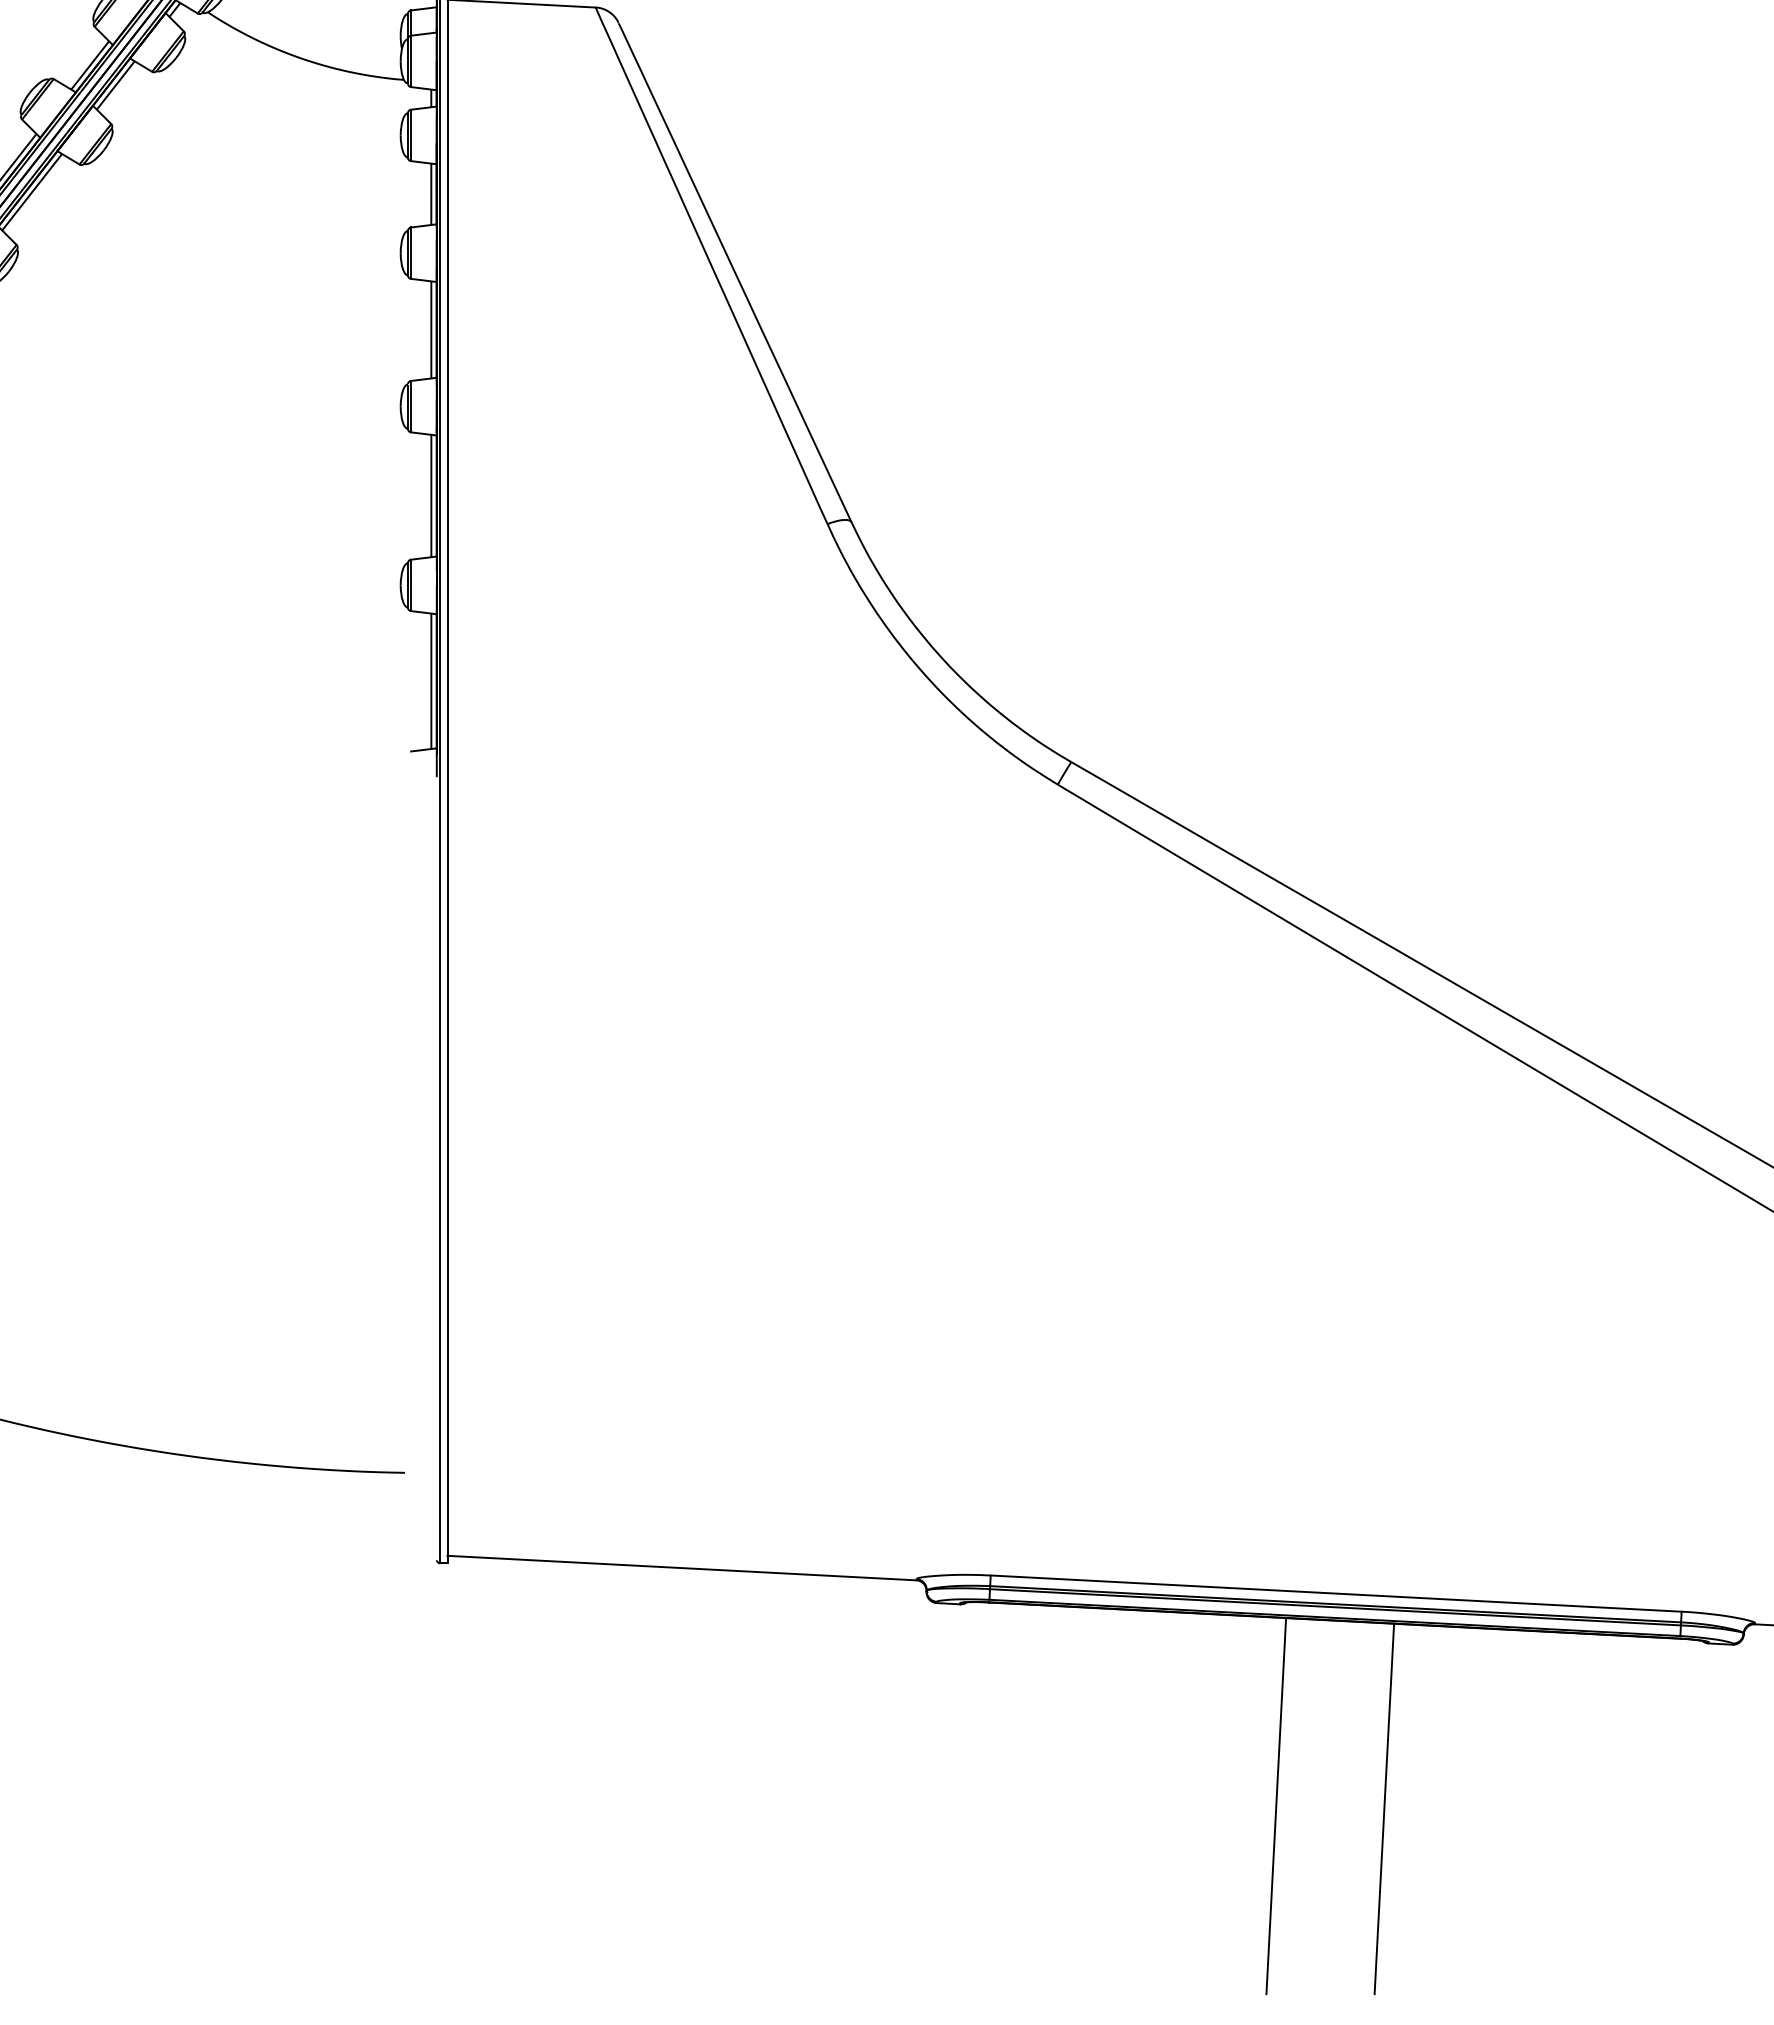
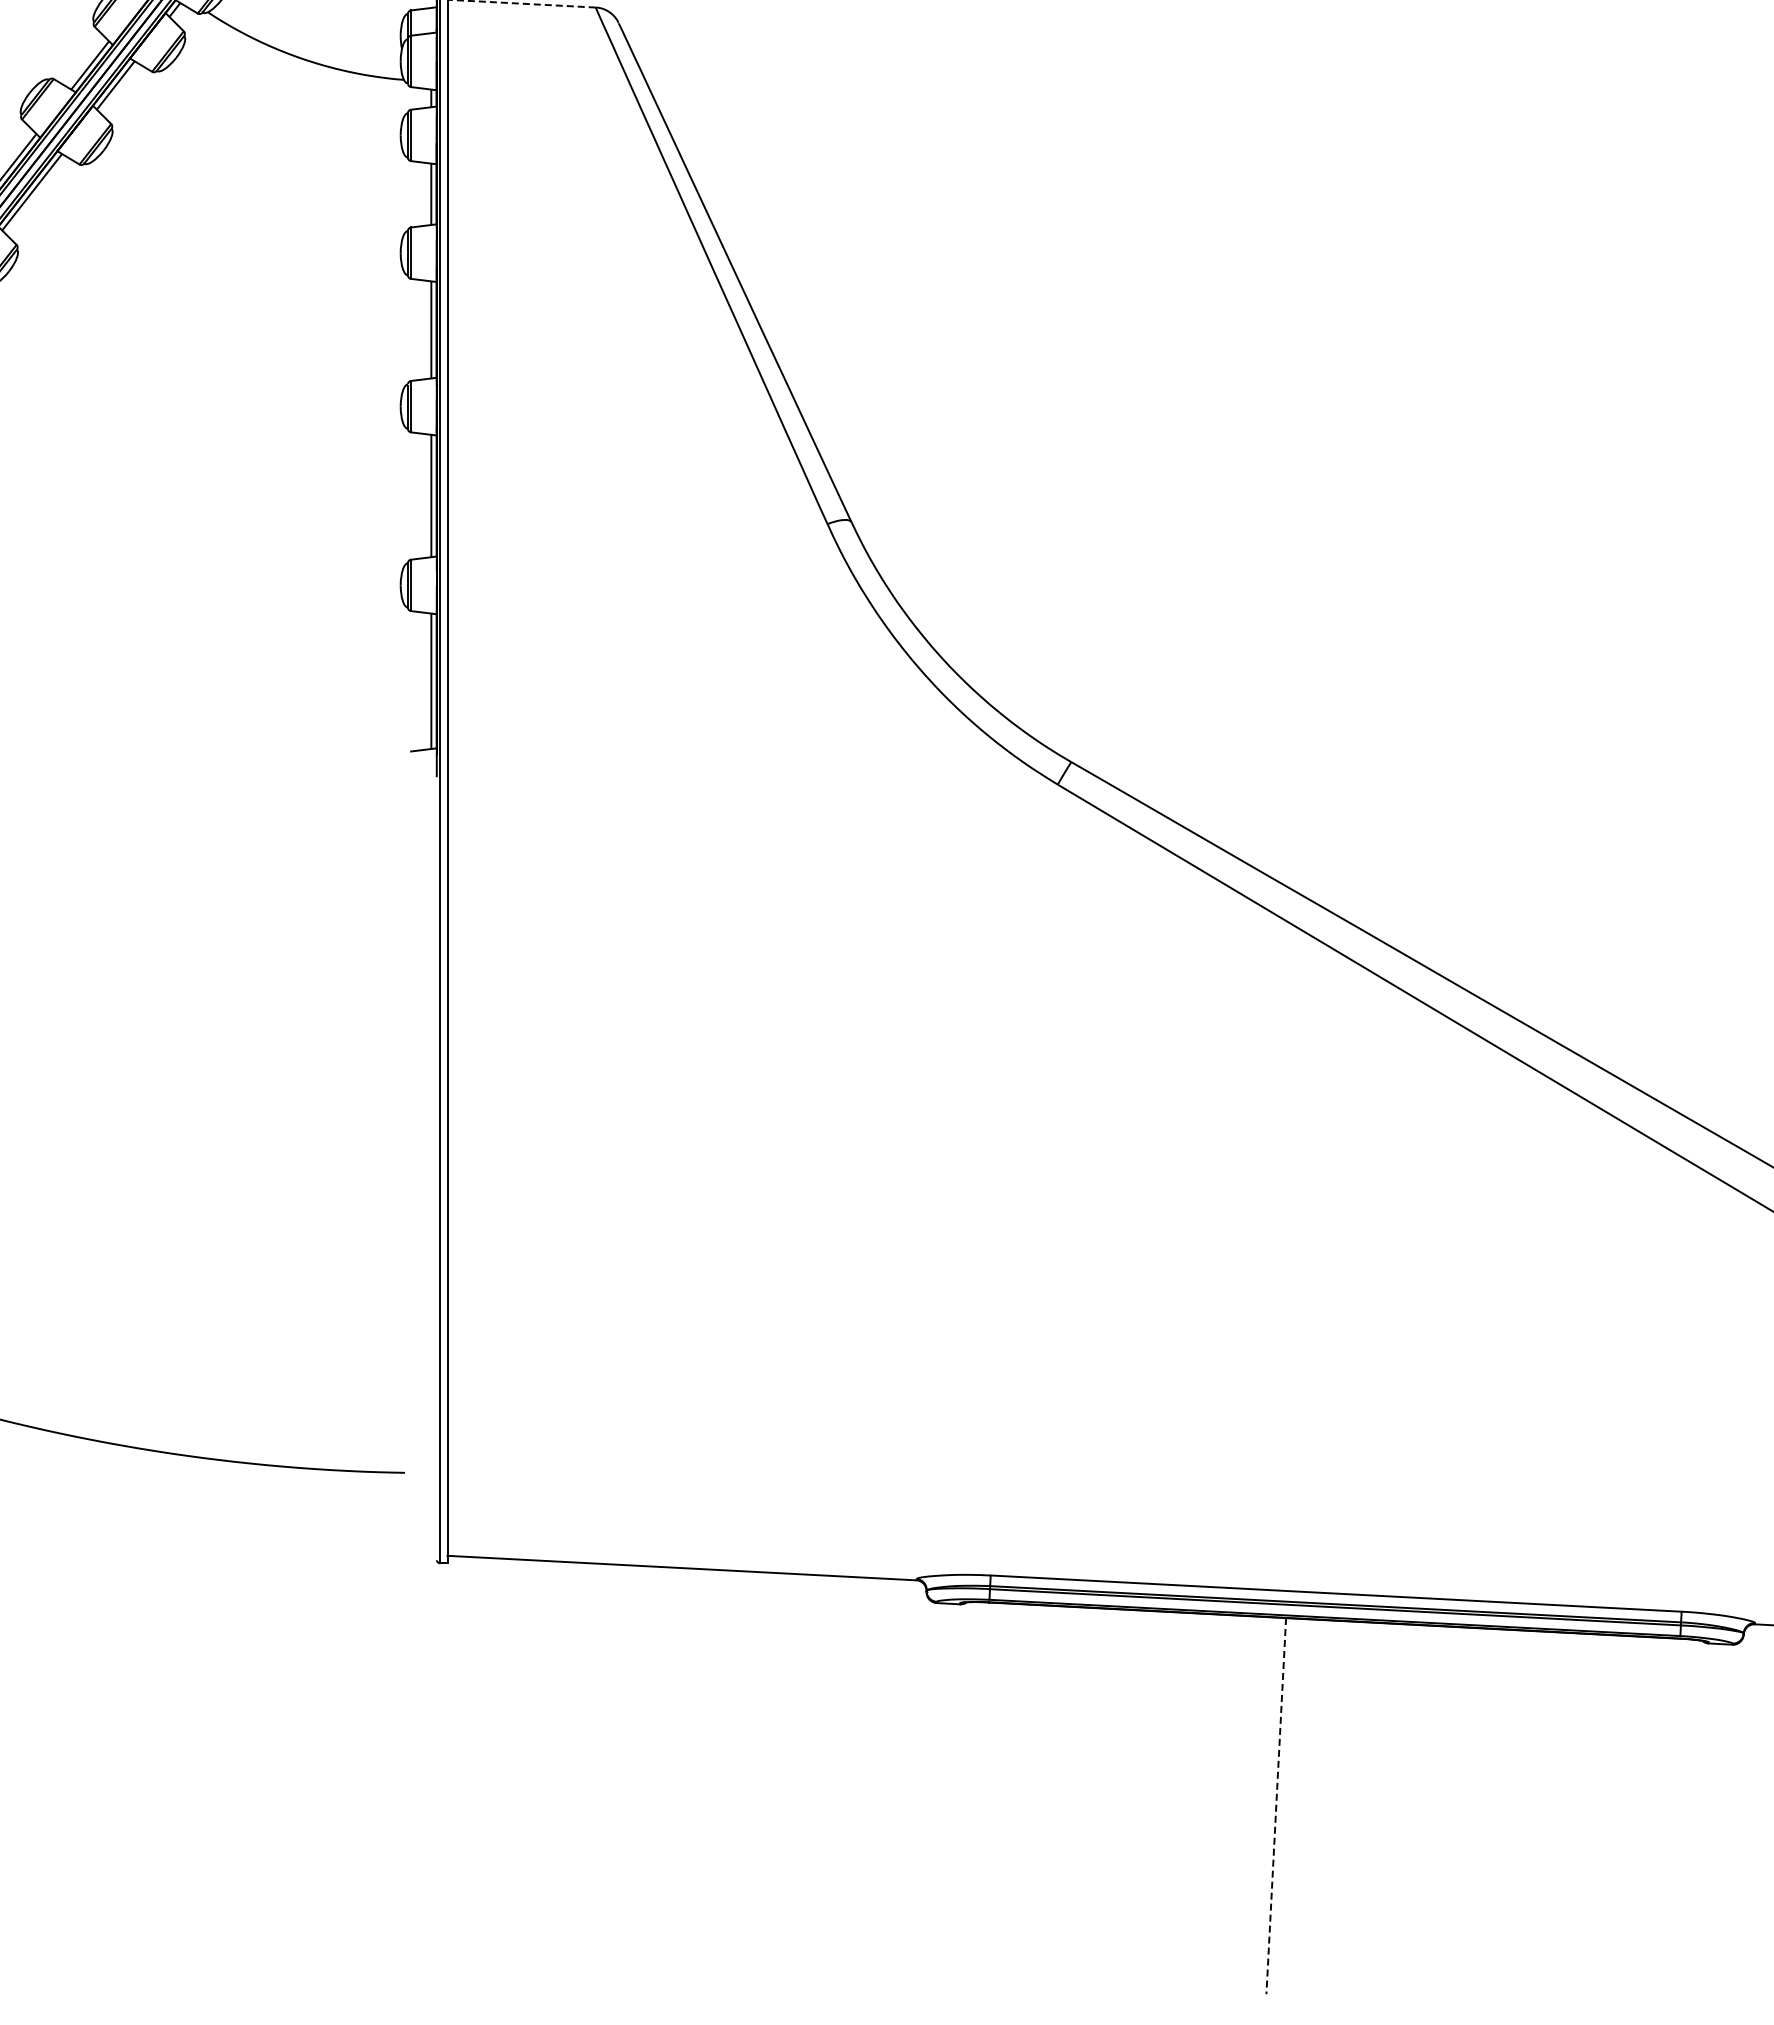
line at (523, 3): solid -> dashed
line at (1276, 1806): solid -> dashed
line at (1384, 1808): present -> none
